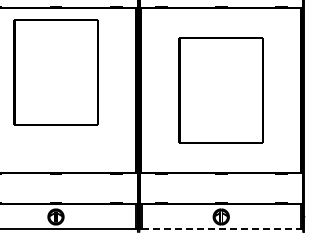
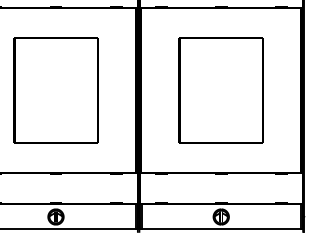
part at (55, 72) position: (55, 72) -> (55, 90)
line at (221, 229): dashed -> solid
